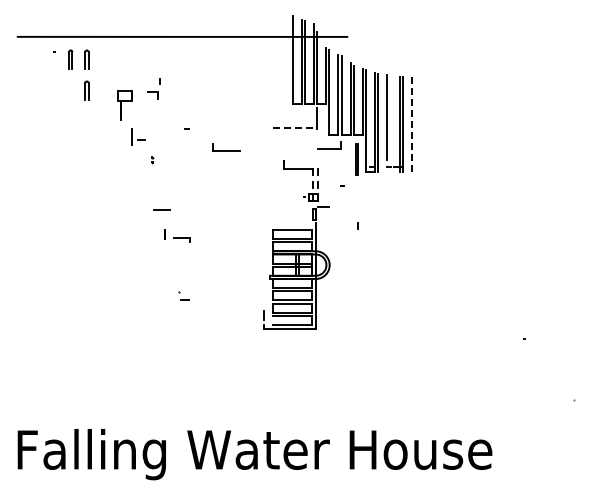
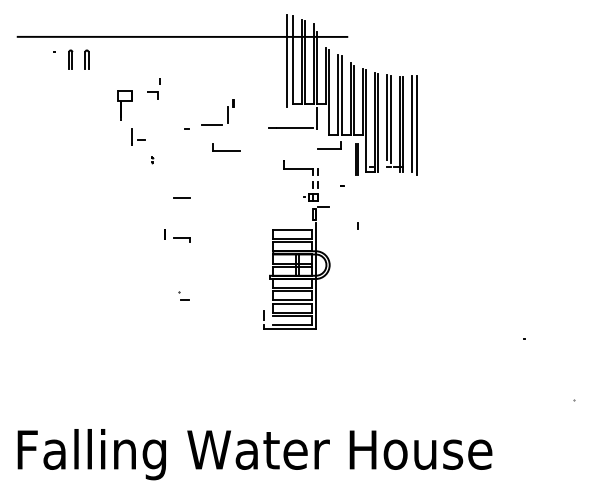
line at (287, 60): none -> present
part at (86, 90): present -> none
part at (227, 112): none -> present
line at (390, 118): none -> present
line at (411, 123): dashed -> solid
line at (417, 125): none -> present
line at (290, 127): dashed -> solid
line at (161, 209) position: (161, 209) -> (181, 197)
